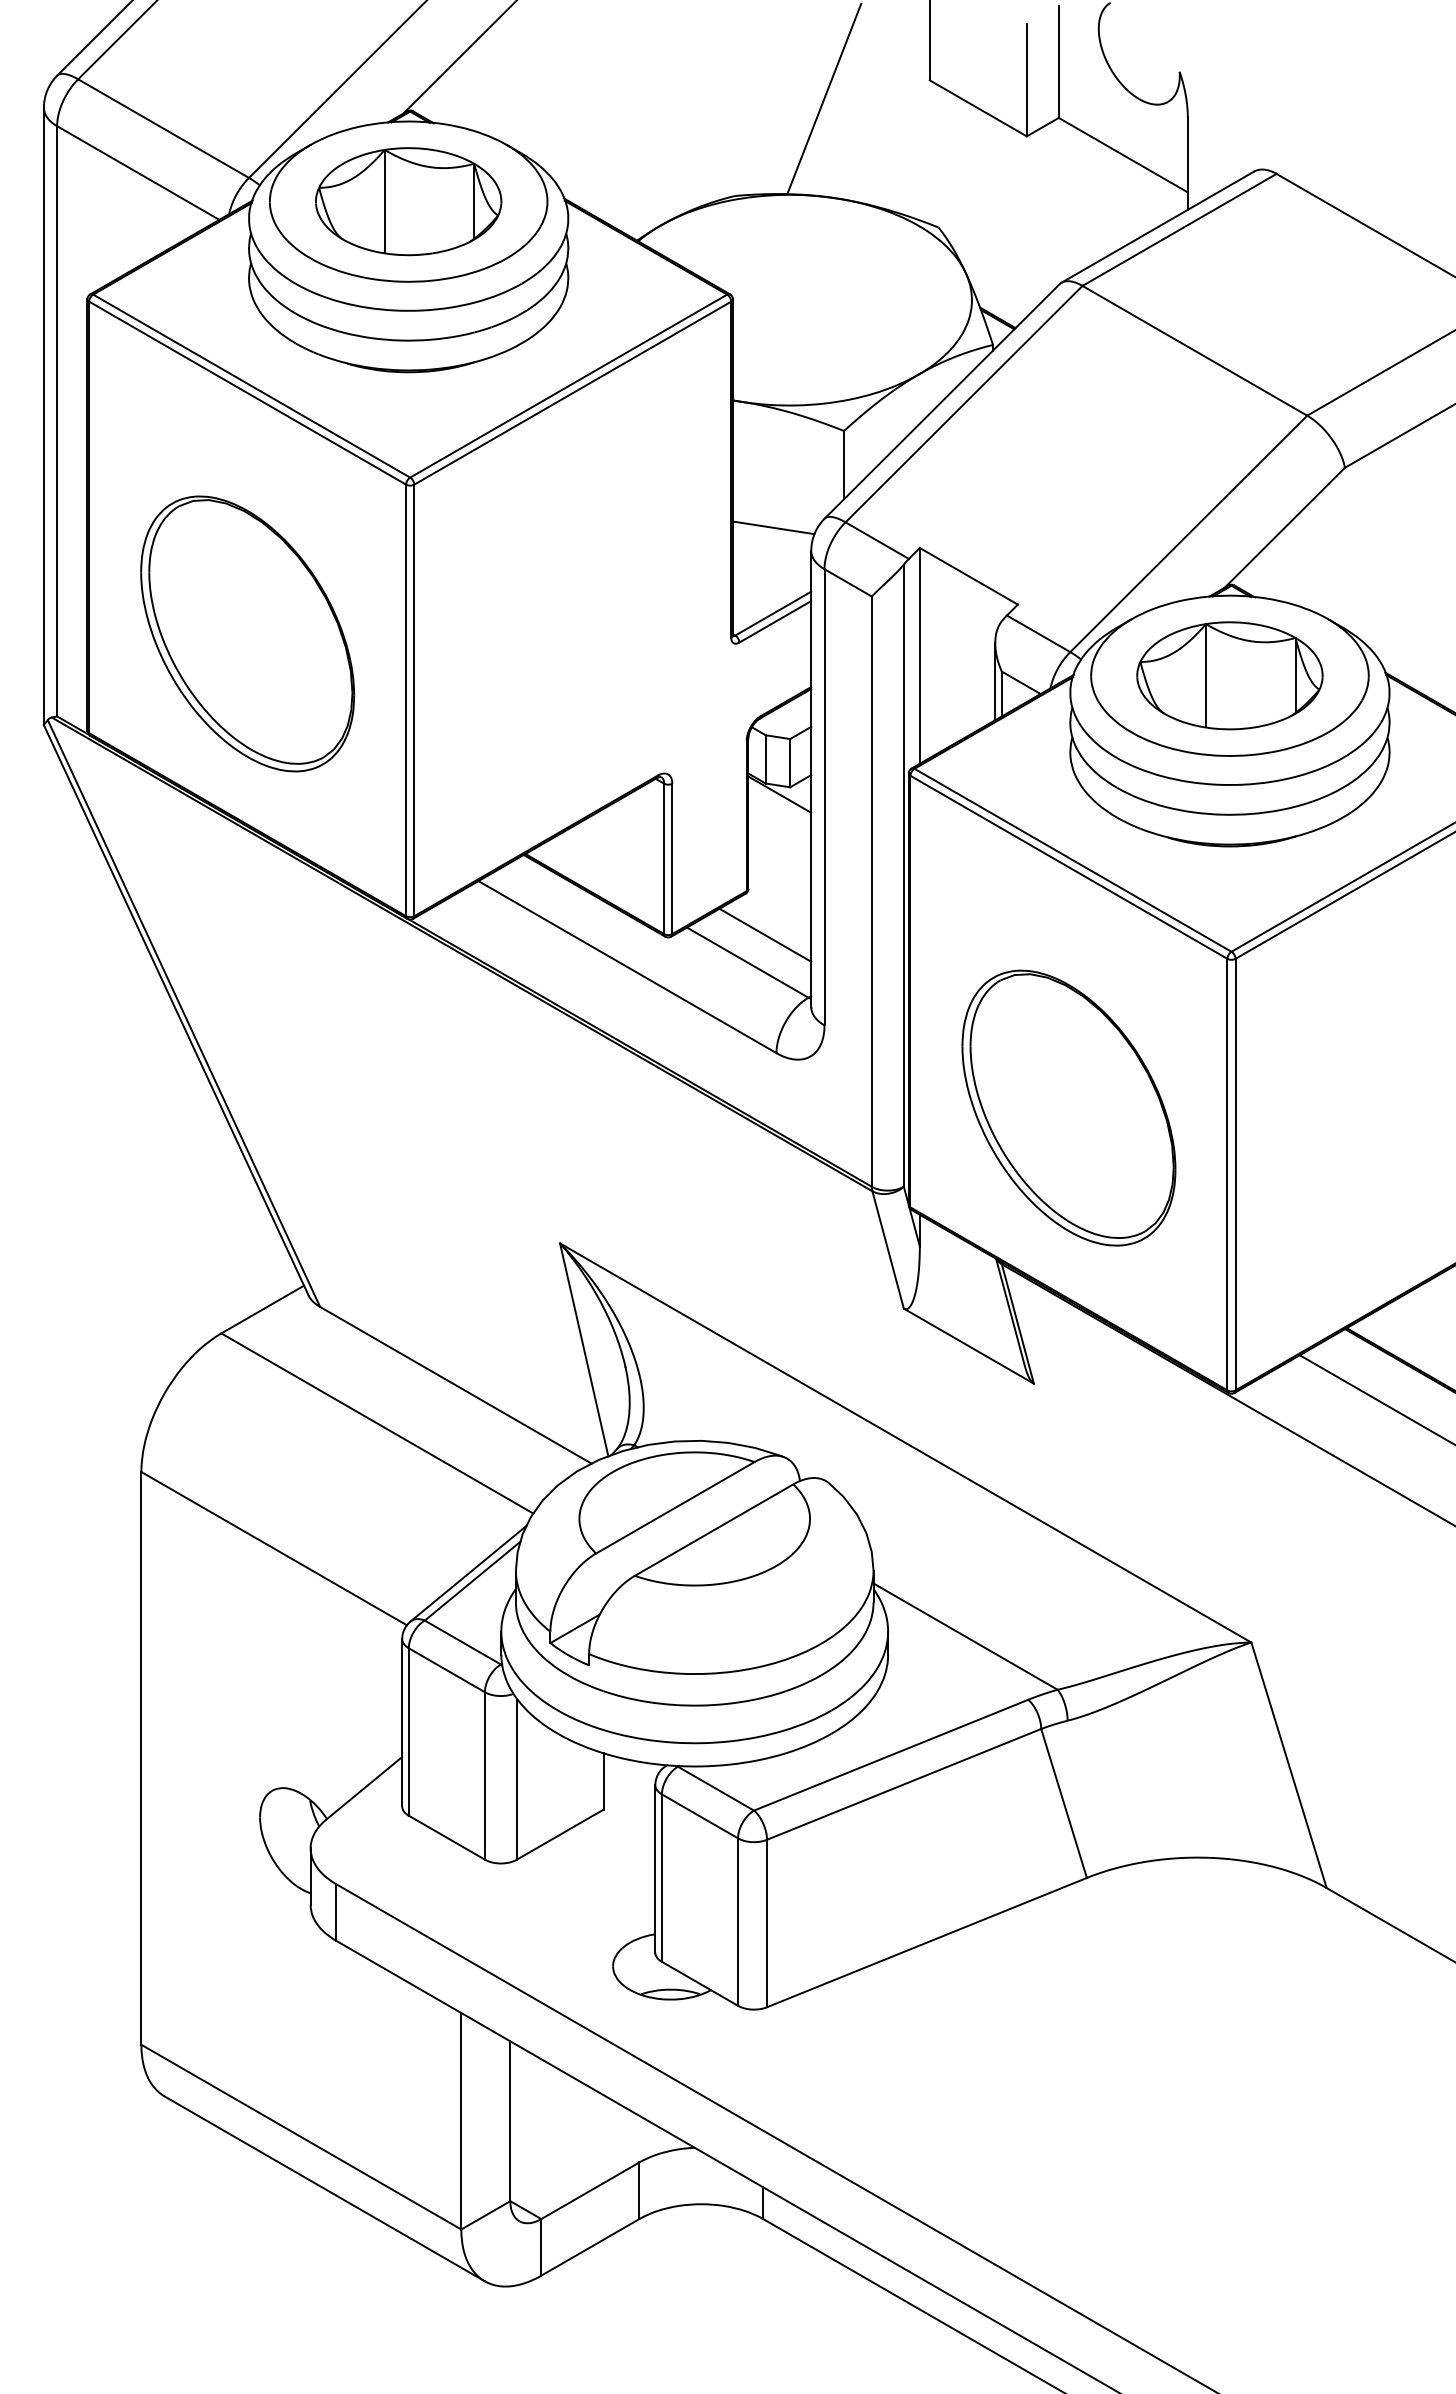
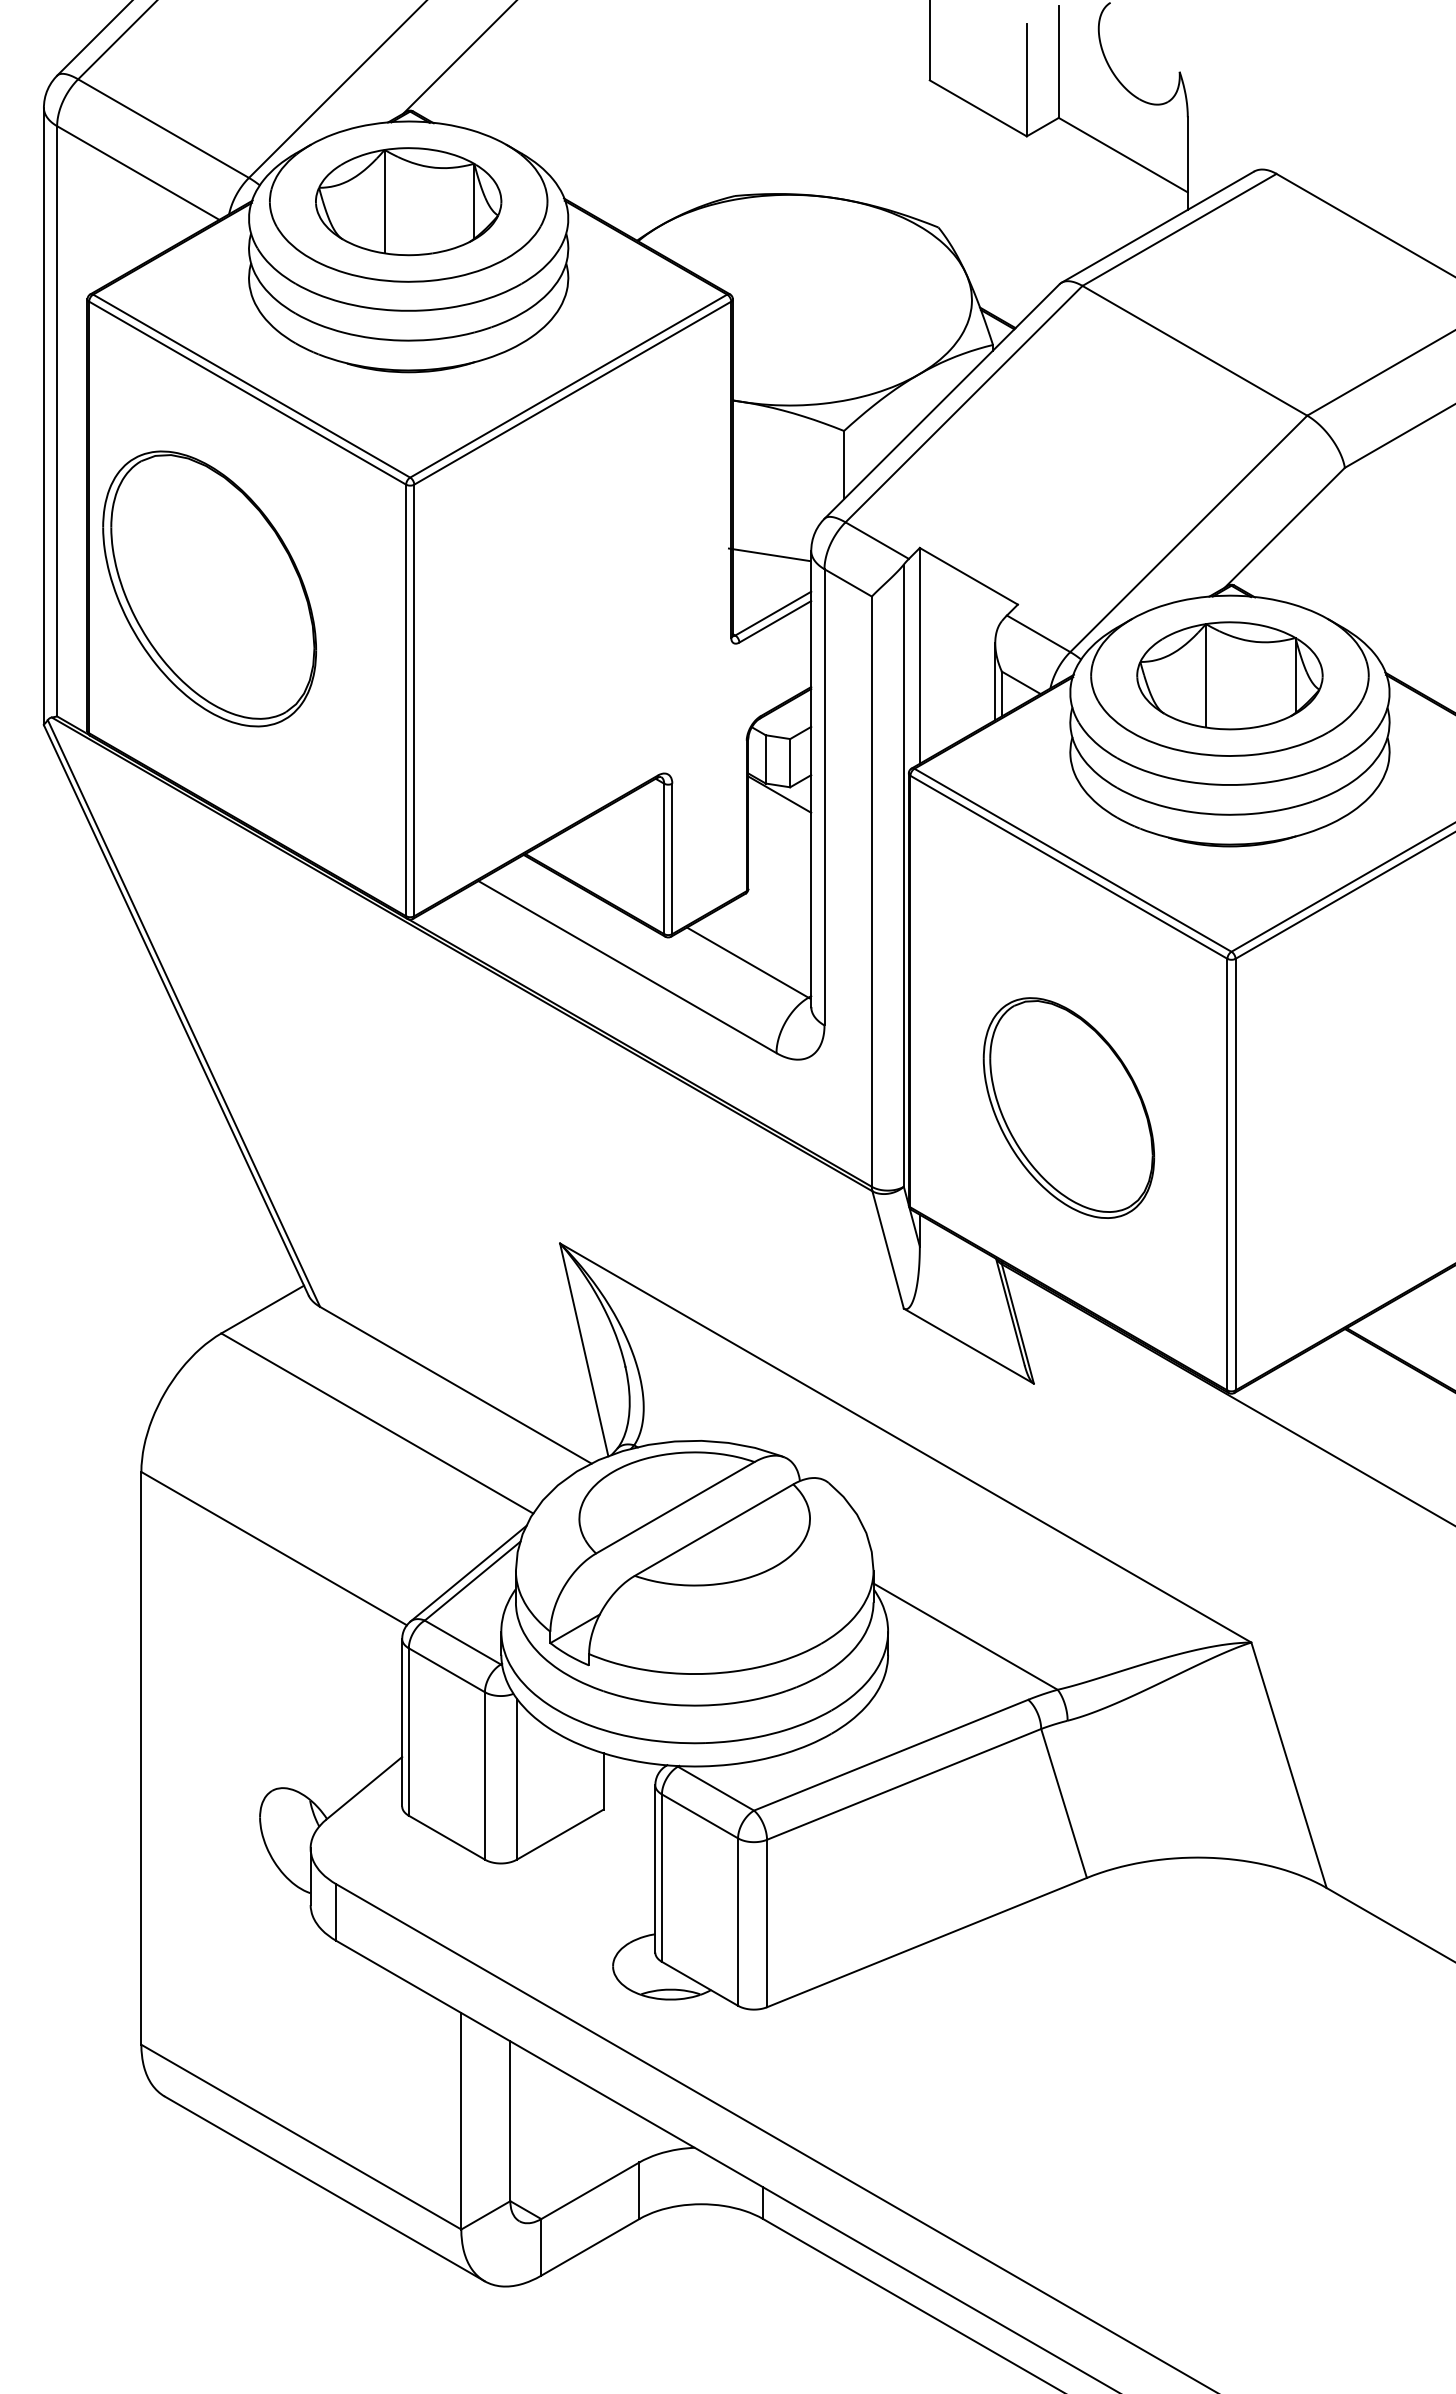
line at (824, 98): present -> none
line at (773, 527) position: (773, 527) -> (769, 554)
part at (247, 633) position: (247, 633) -> (209, 588)
line at (765, 934): present -> none
part at (1068, 1107) size: 216x278 px -> 174x222 px
line at (1375, 1399): present -> none
